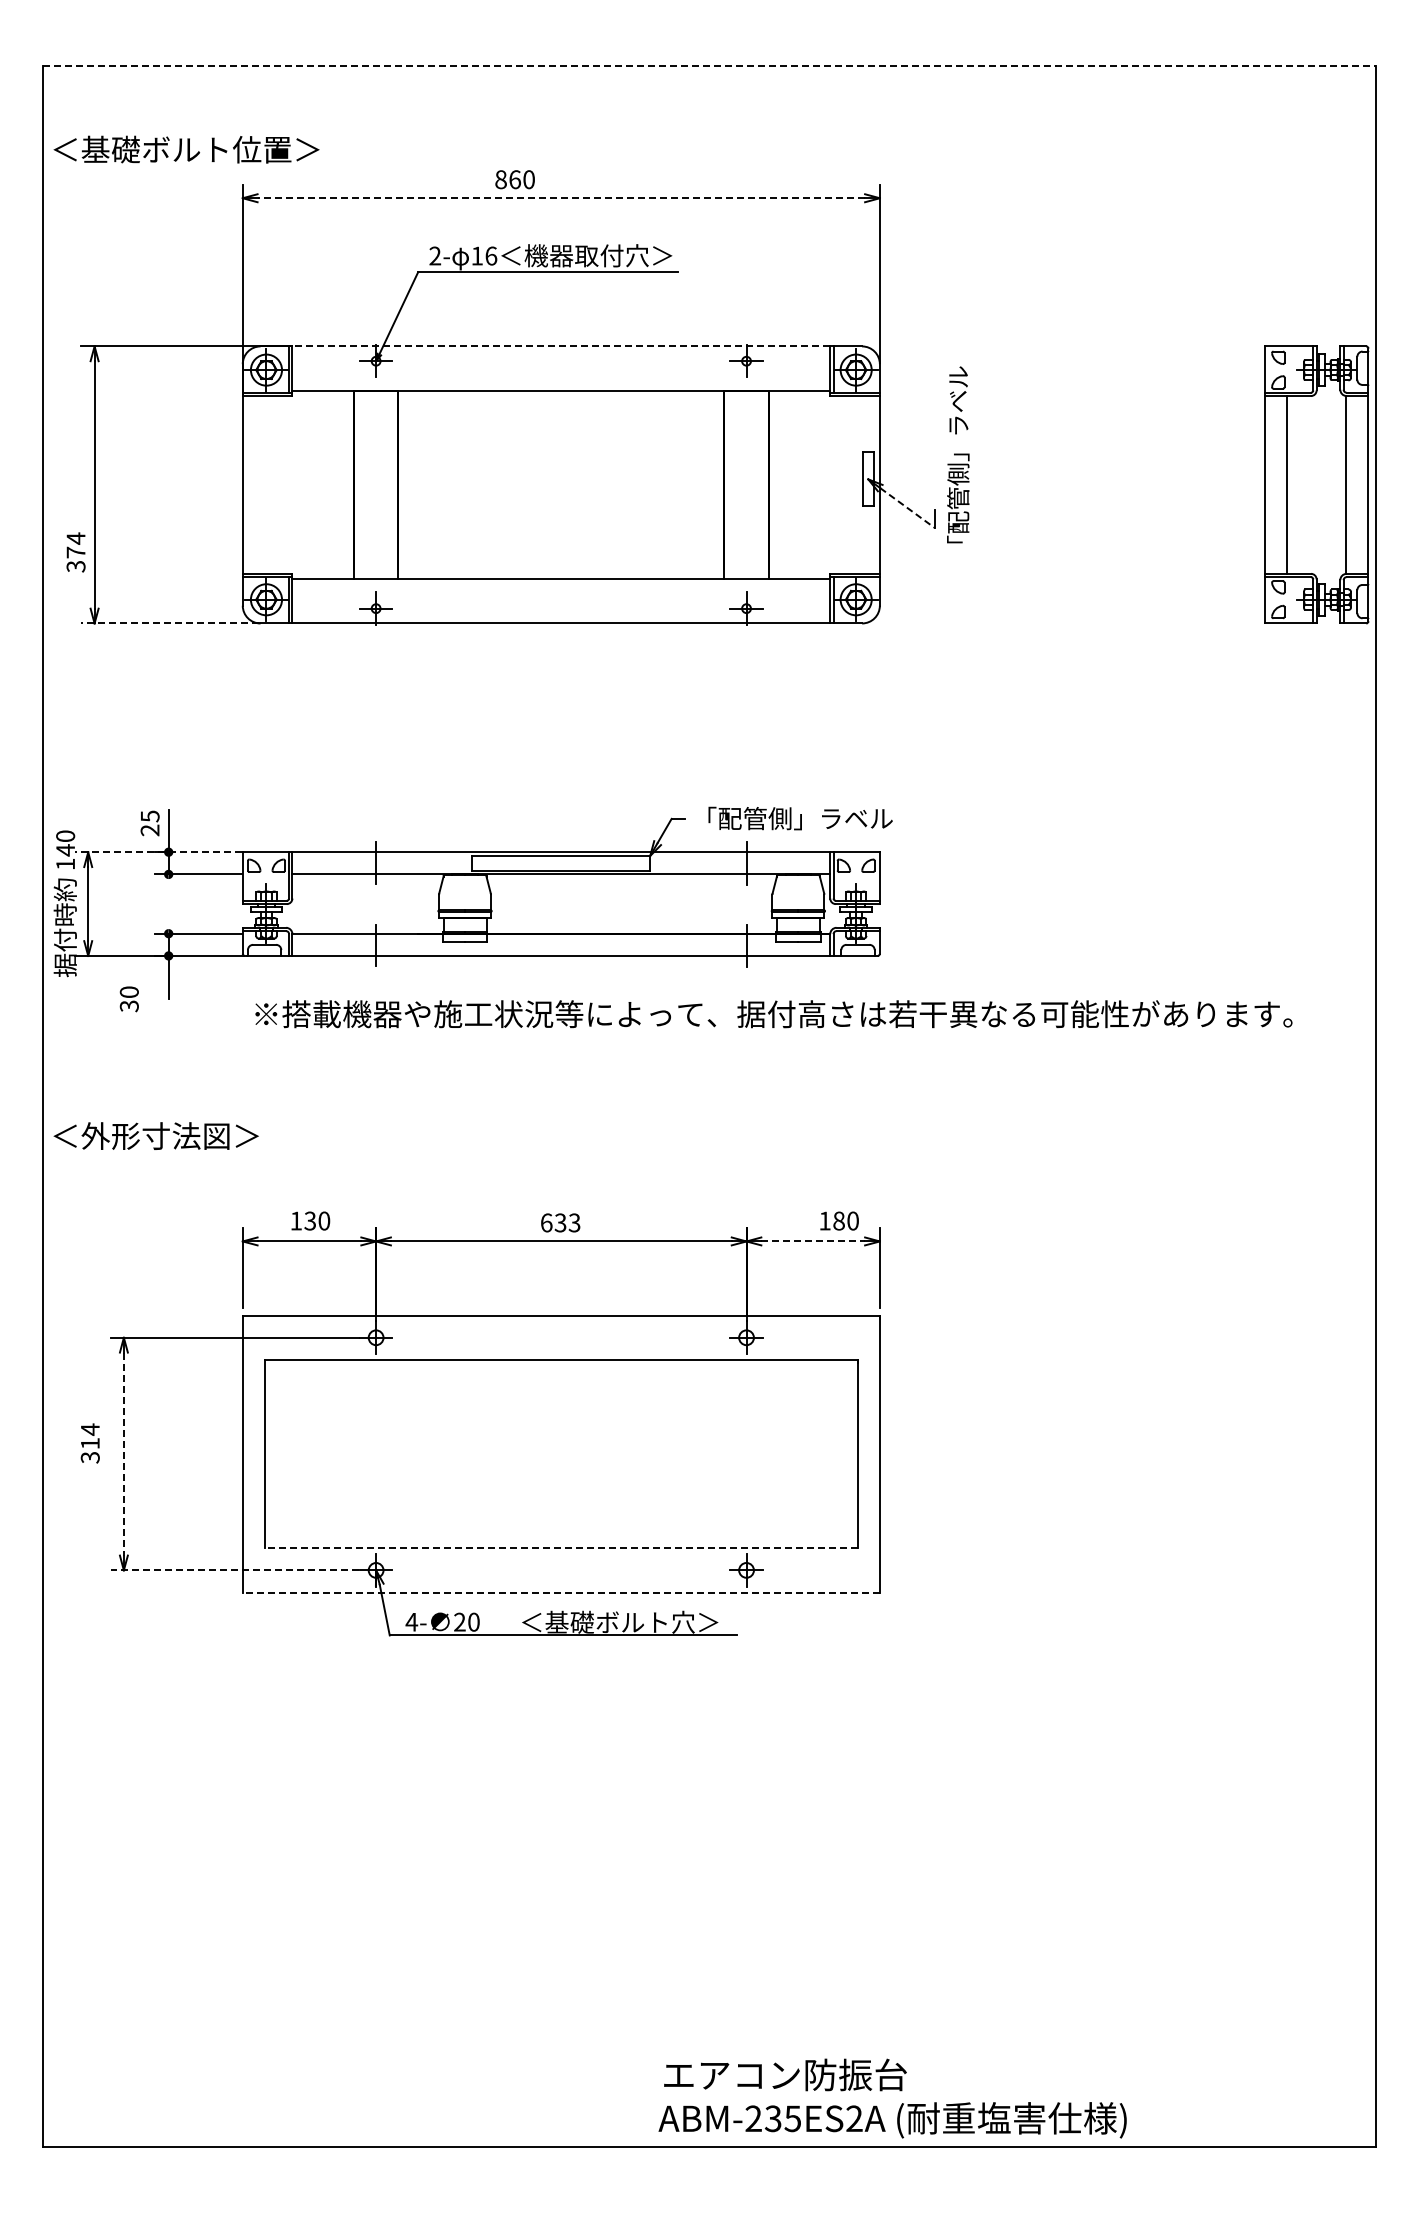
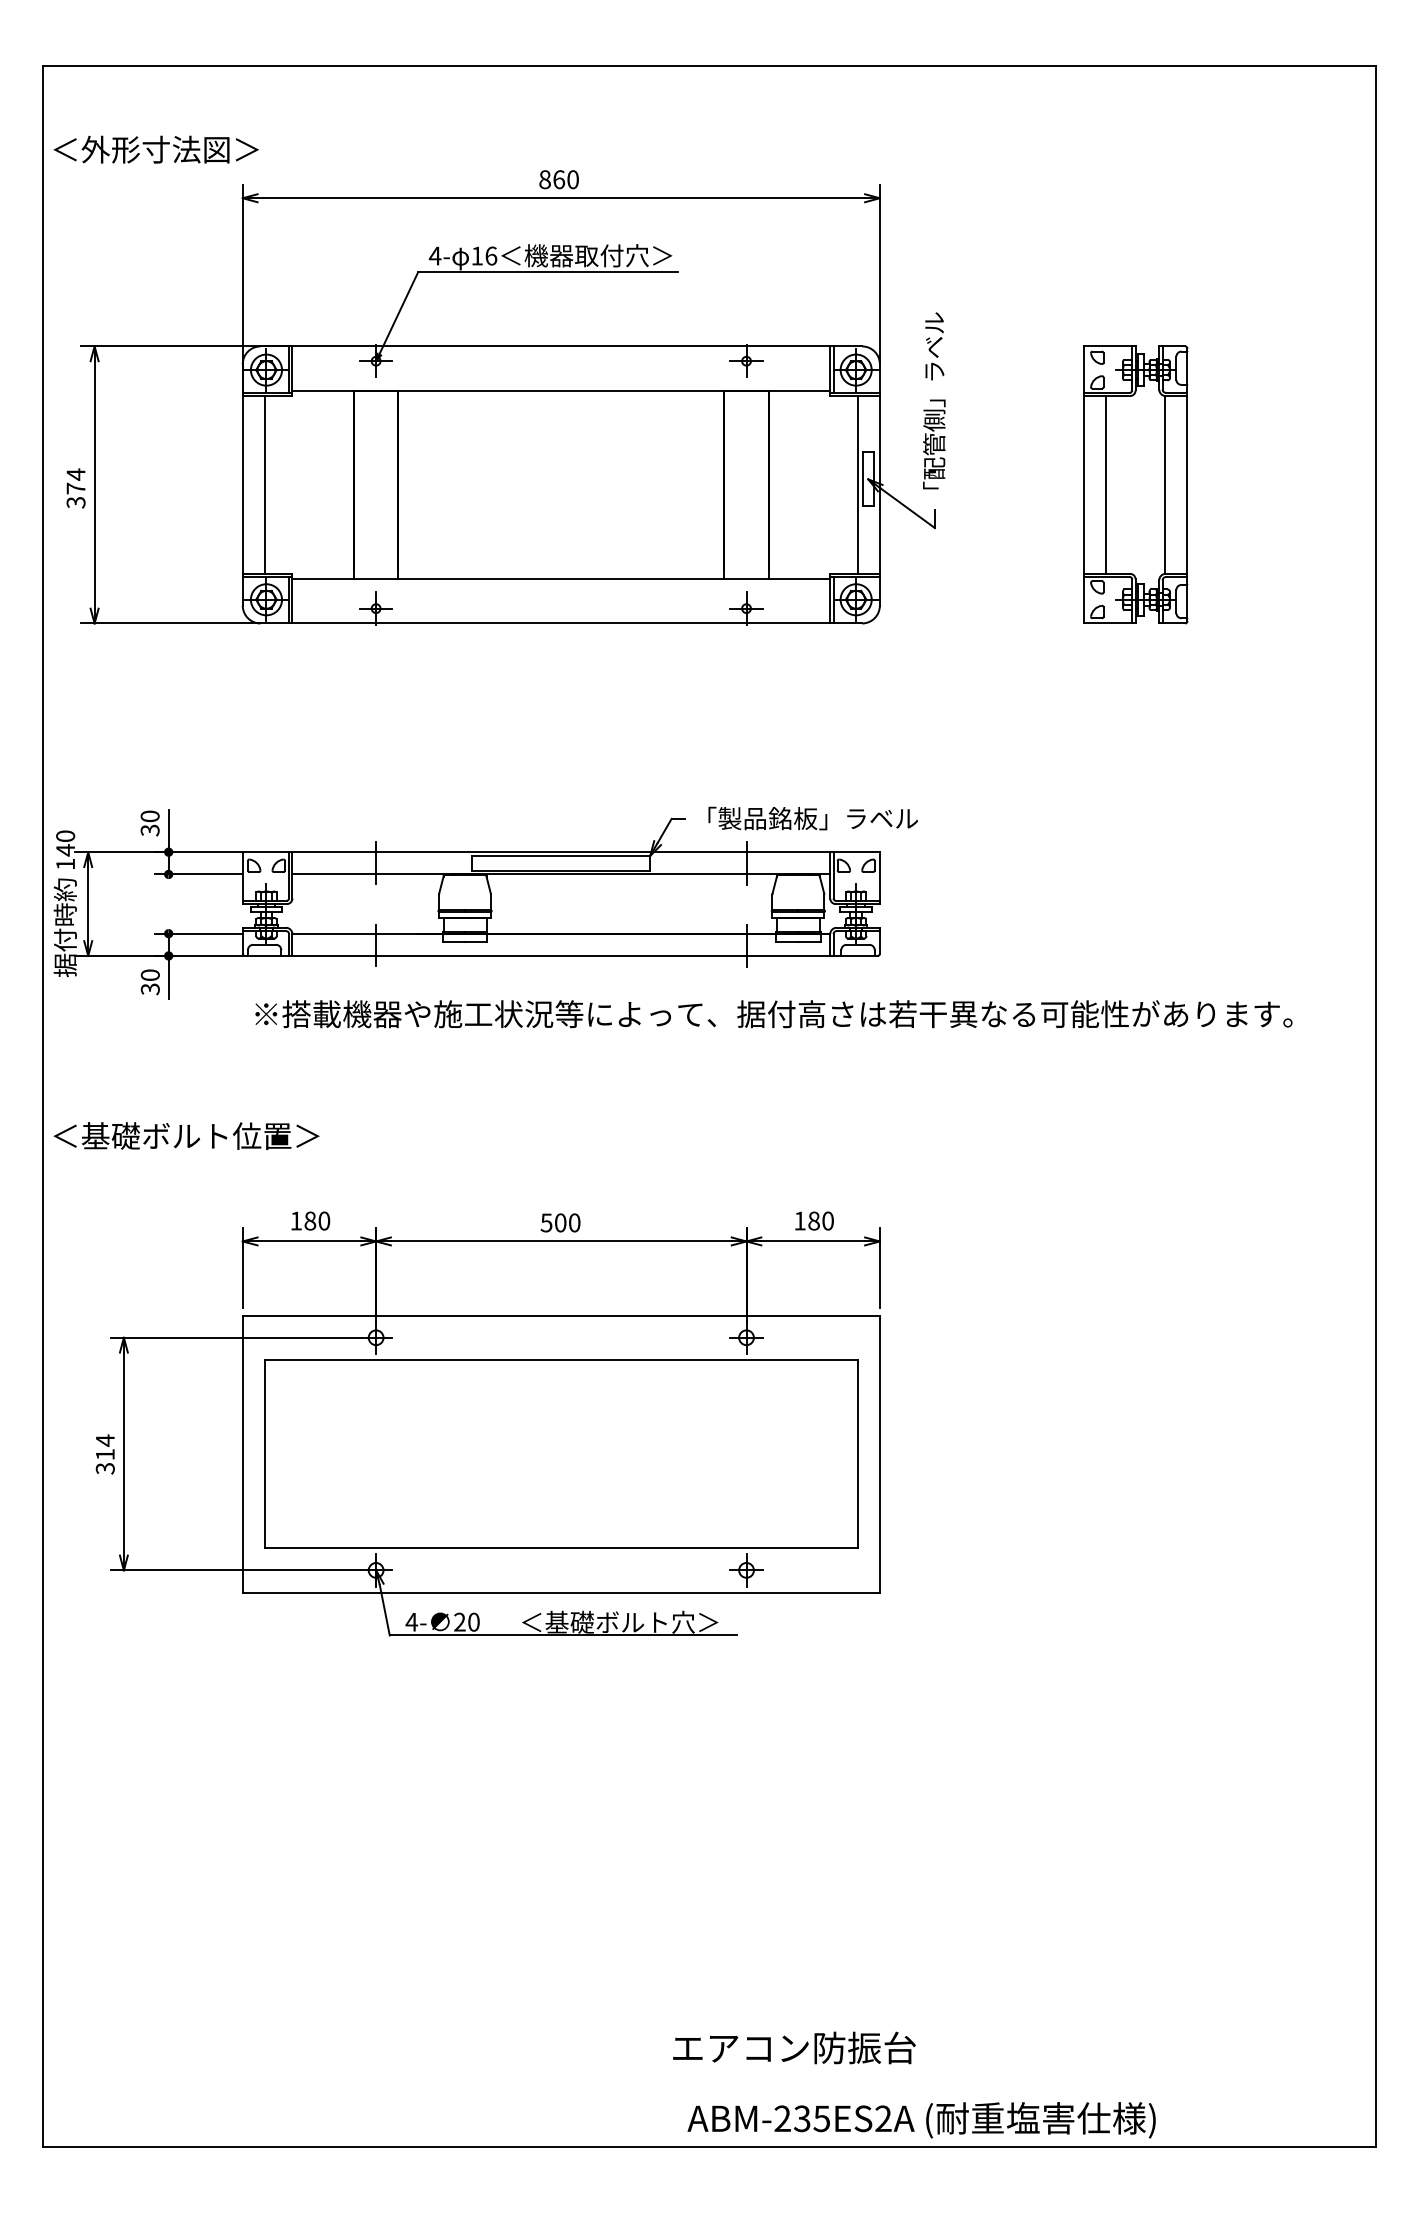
line at (709, 66): dashed -> solid
text at (200, 149): ＜基礎ボルト位置＞ -> ＜外形寸法図＞
text at (514, 179) position: (514, 179) -> (558, 179)
line at (561, 198): dashed -> solid
text at (434, 255): 2- -> 4-
line at (561, 346): dashed -> solid
text at (958, 454) position: (958, 454) -> (934, 400)
line at (265, 484): none -> present
line at (857, 484): none -> present
part at (1316, 484) position: (1316, 484) -> (1135, 484)
line at (907, 508): dashed -> solid
text at (75, 552) position: (75, 552) -> (75, 488)
line at (169, 623): dashed -> solid
text at (817, 818): 「配管側」ラベル -> 「製品銘板」ラベル
text at (149, 823): 25 -> 30
line at (158, 852): dashed -> solid
text at (128, 999) position: (128, 999) -> (149, 982)
text at (200, 1135): ＜外形寸法図＞ -> ＜基礎ボルト位置＞
text at (310, 1220): 130 -> 180
text at (839, 1220) position: (839, 1220) -> (814, 1220)
text at (560, 1222): 633 -> 500
line at (813, 1241): dashed -> solid
text at (89, 1443) position: (89, 1443) -> (104, 1454)
line at (123, 1454): dashed -> solid
line at (560, 1548): dashed -> solid
line at (234, 1570): dashed -> solid
line at (561, 1592): dashed -> solid
text at (785, 2074) position: (785, 2074) -> (794, 2047)
text at (892, 2120) position: (892, 2120) -> (921, 2120)
